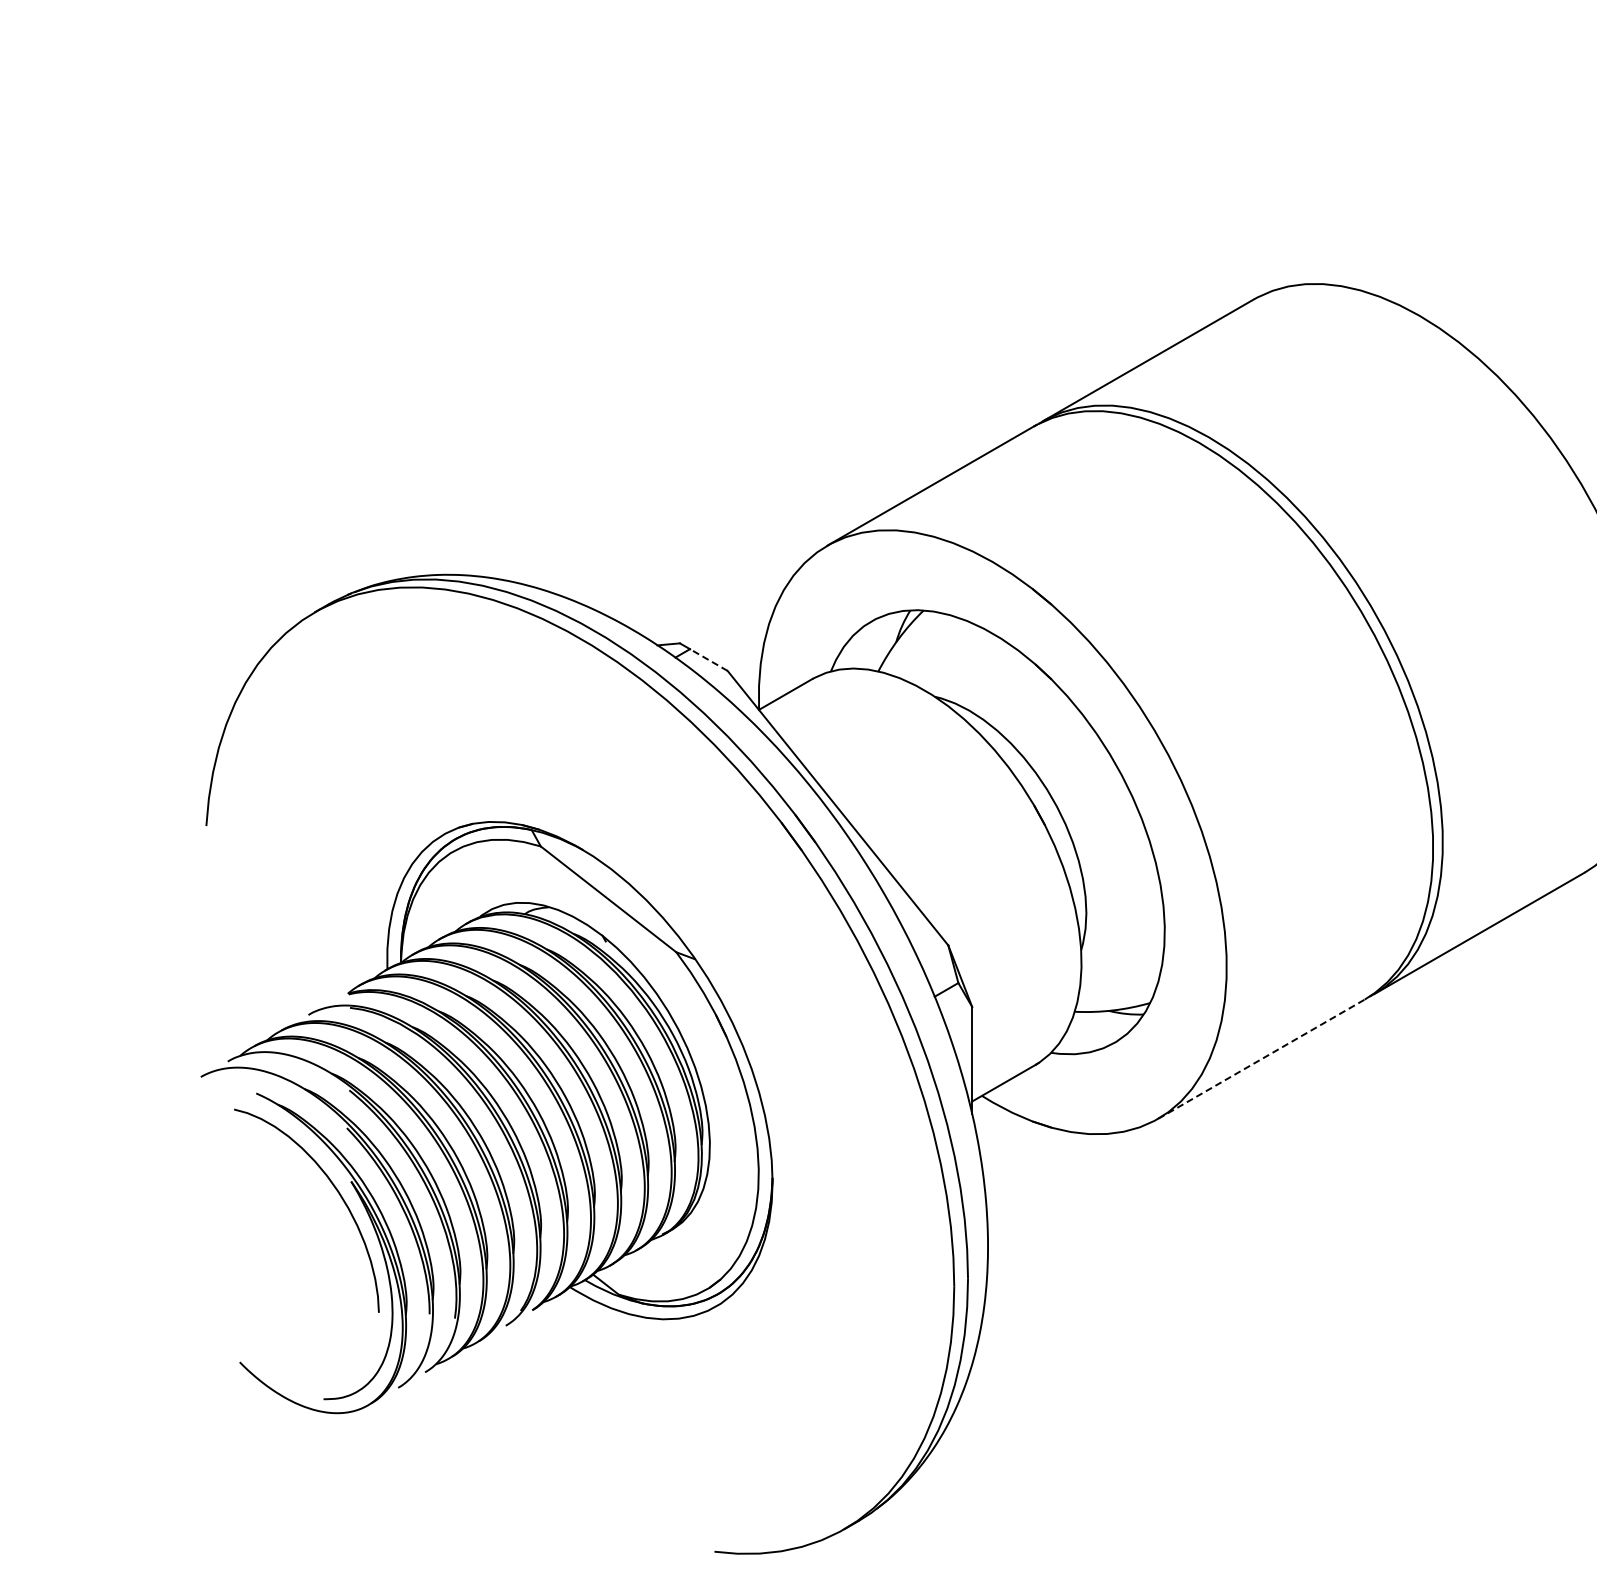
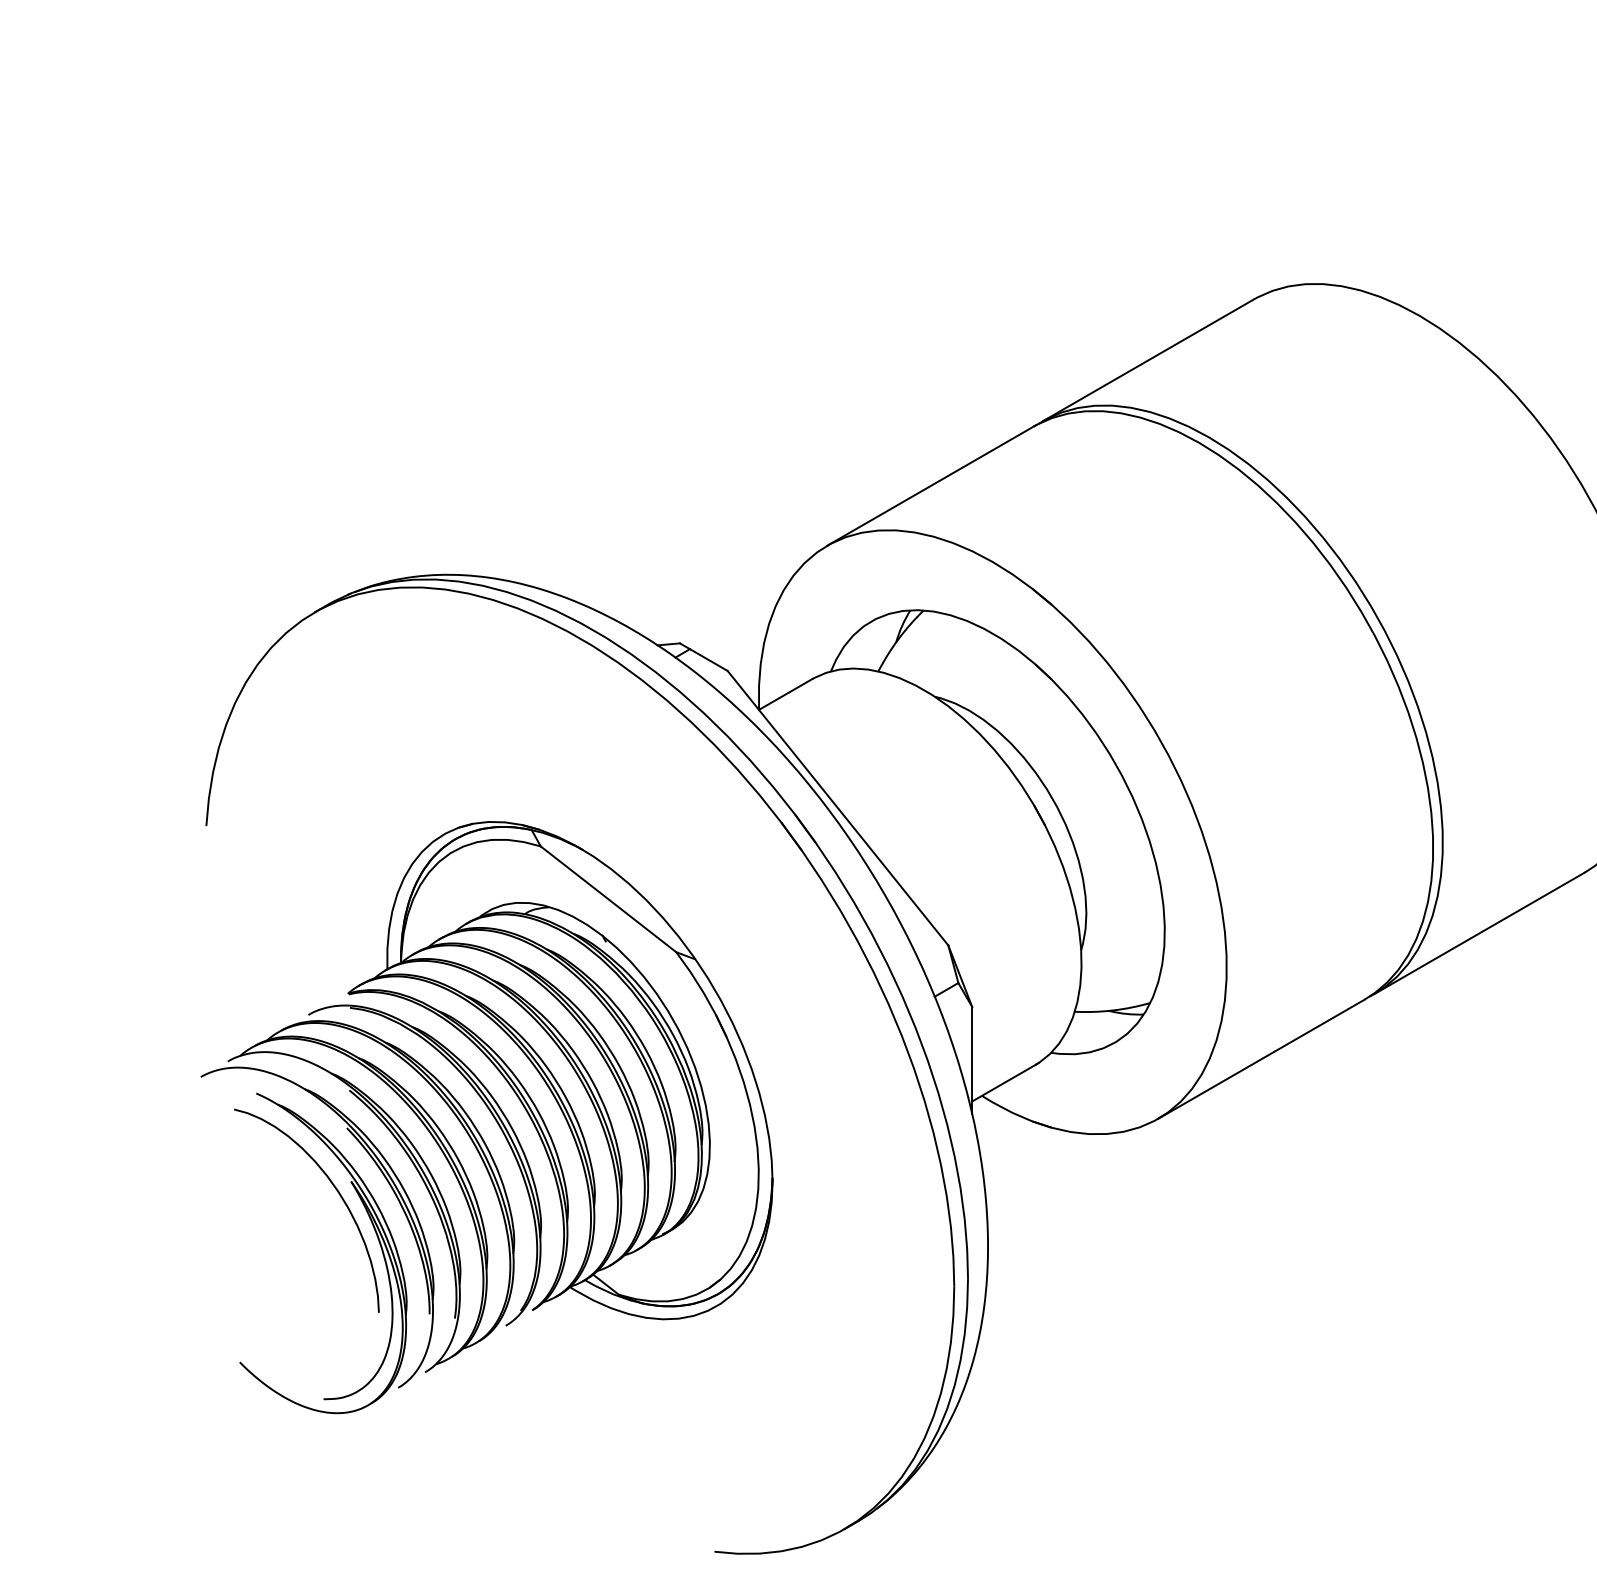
line at (708, 660): dashed -> solid
line at (1261, 1058): dashed -> solid
